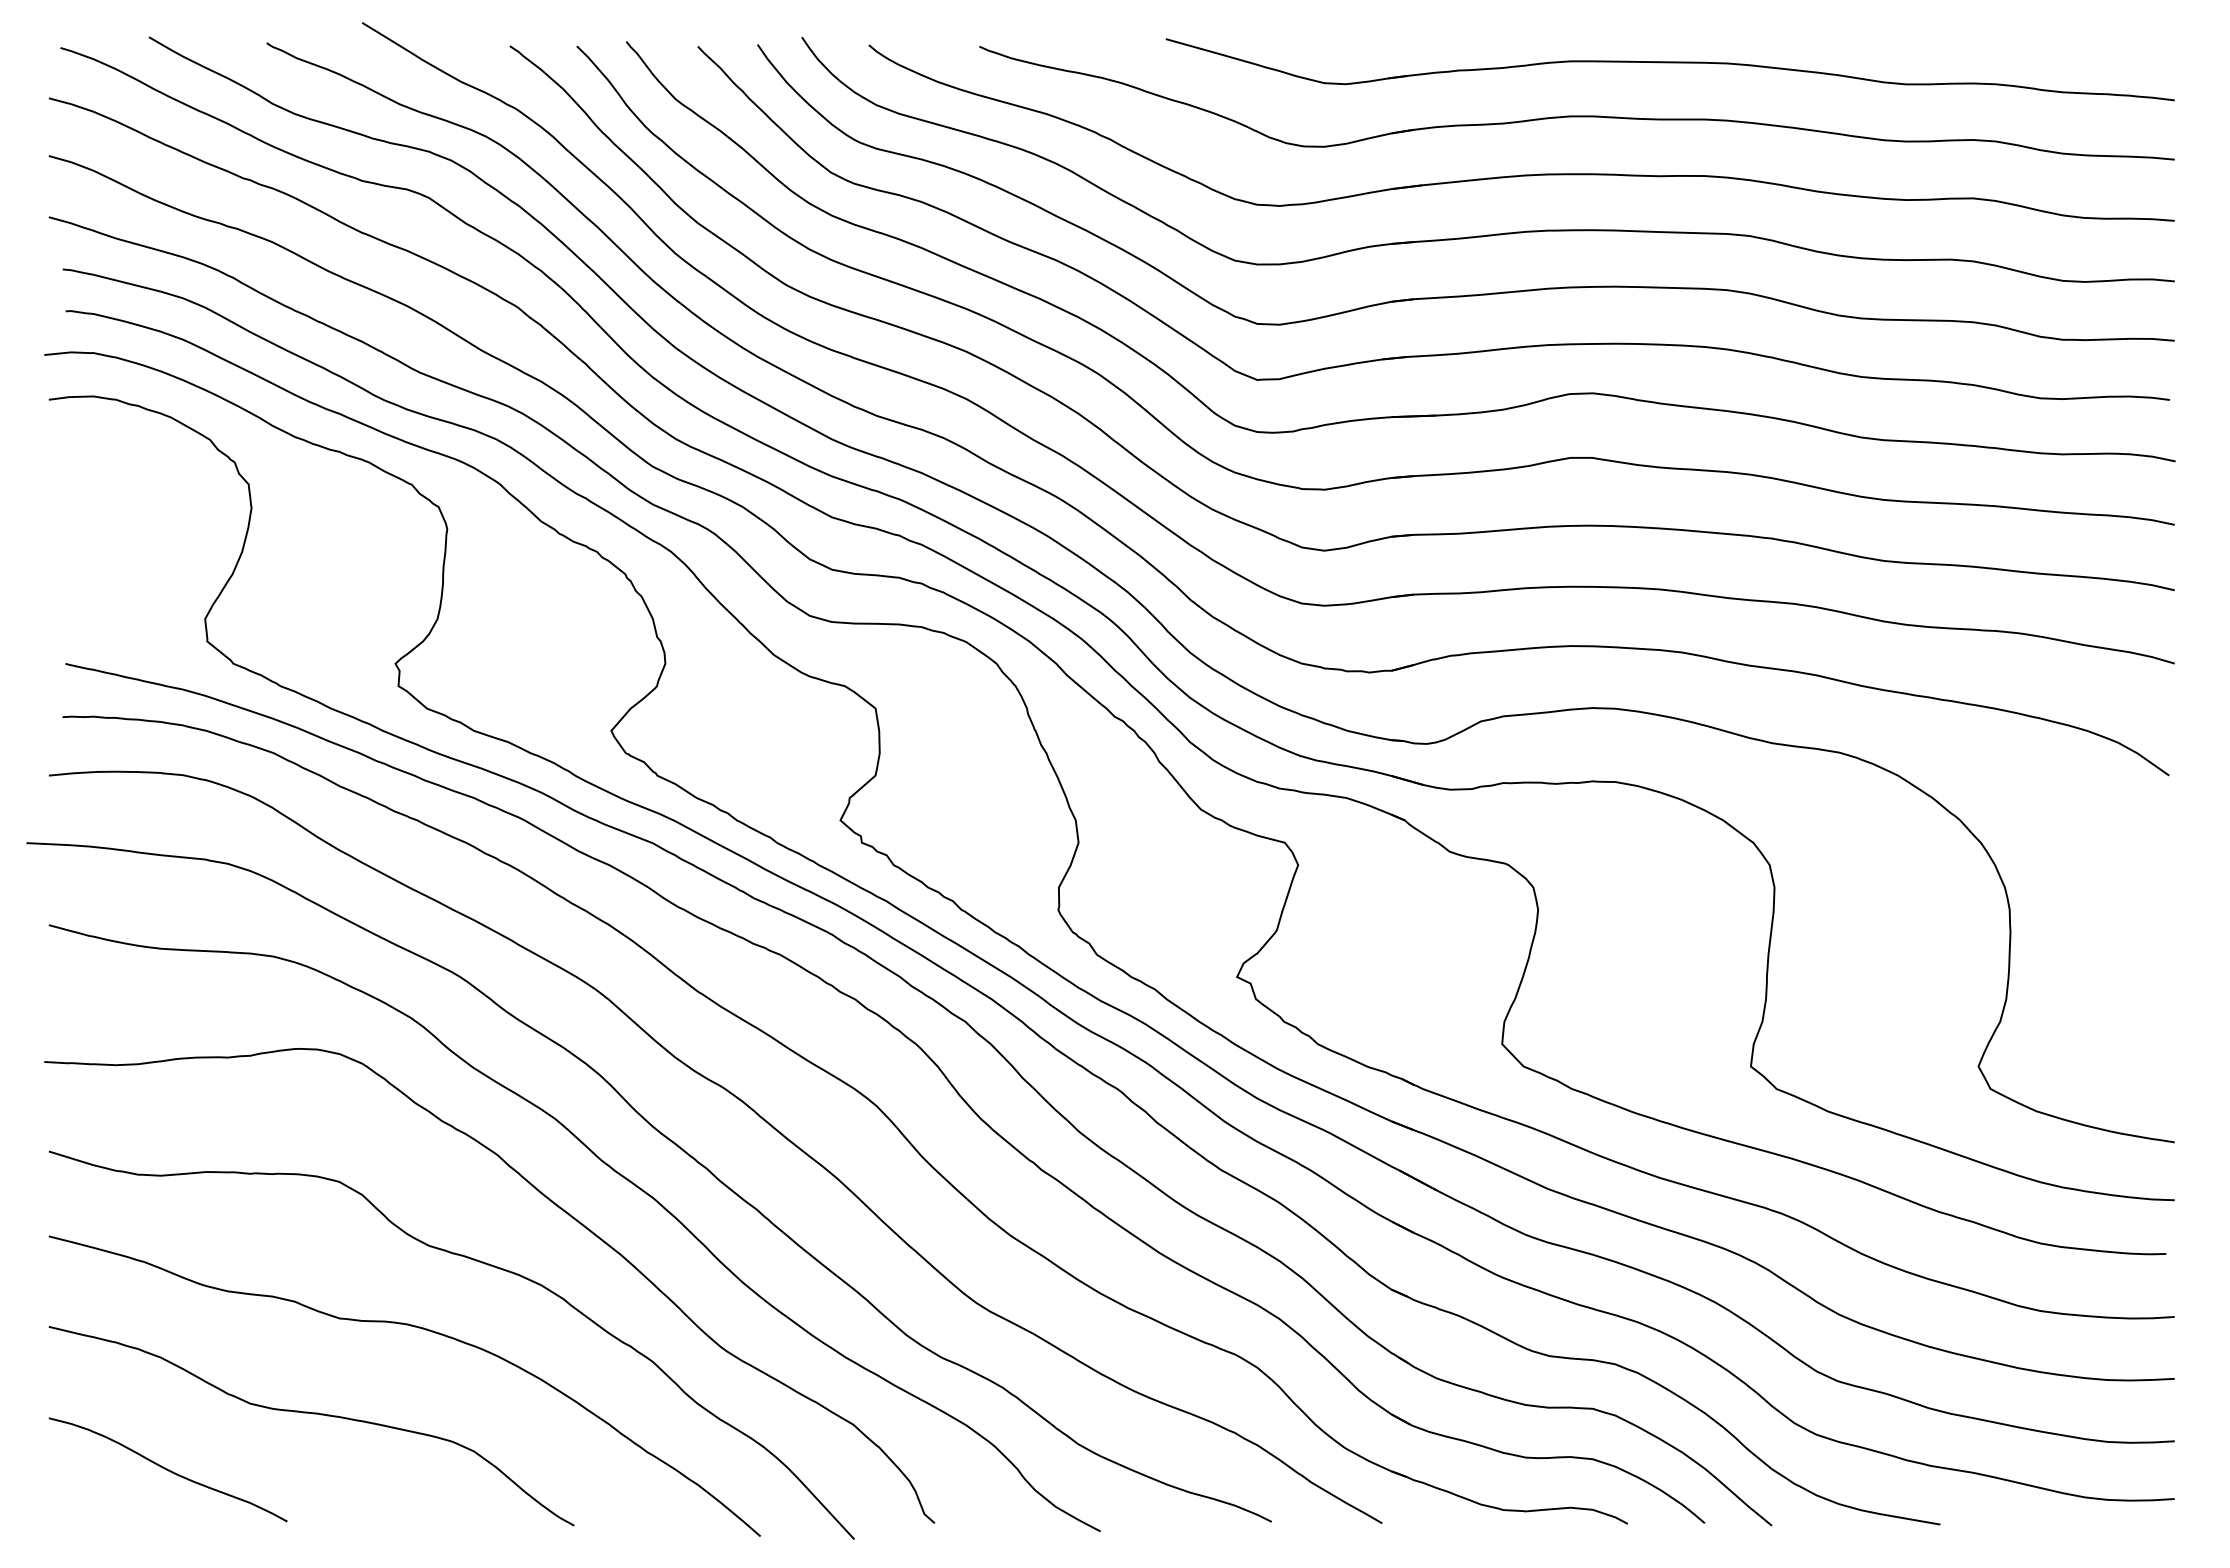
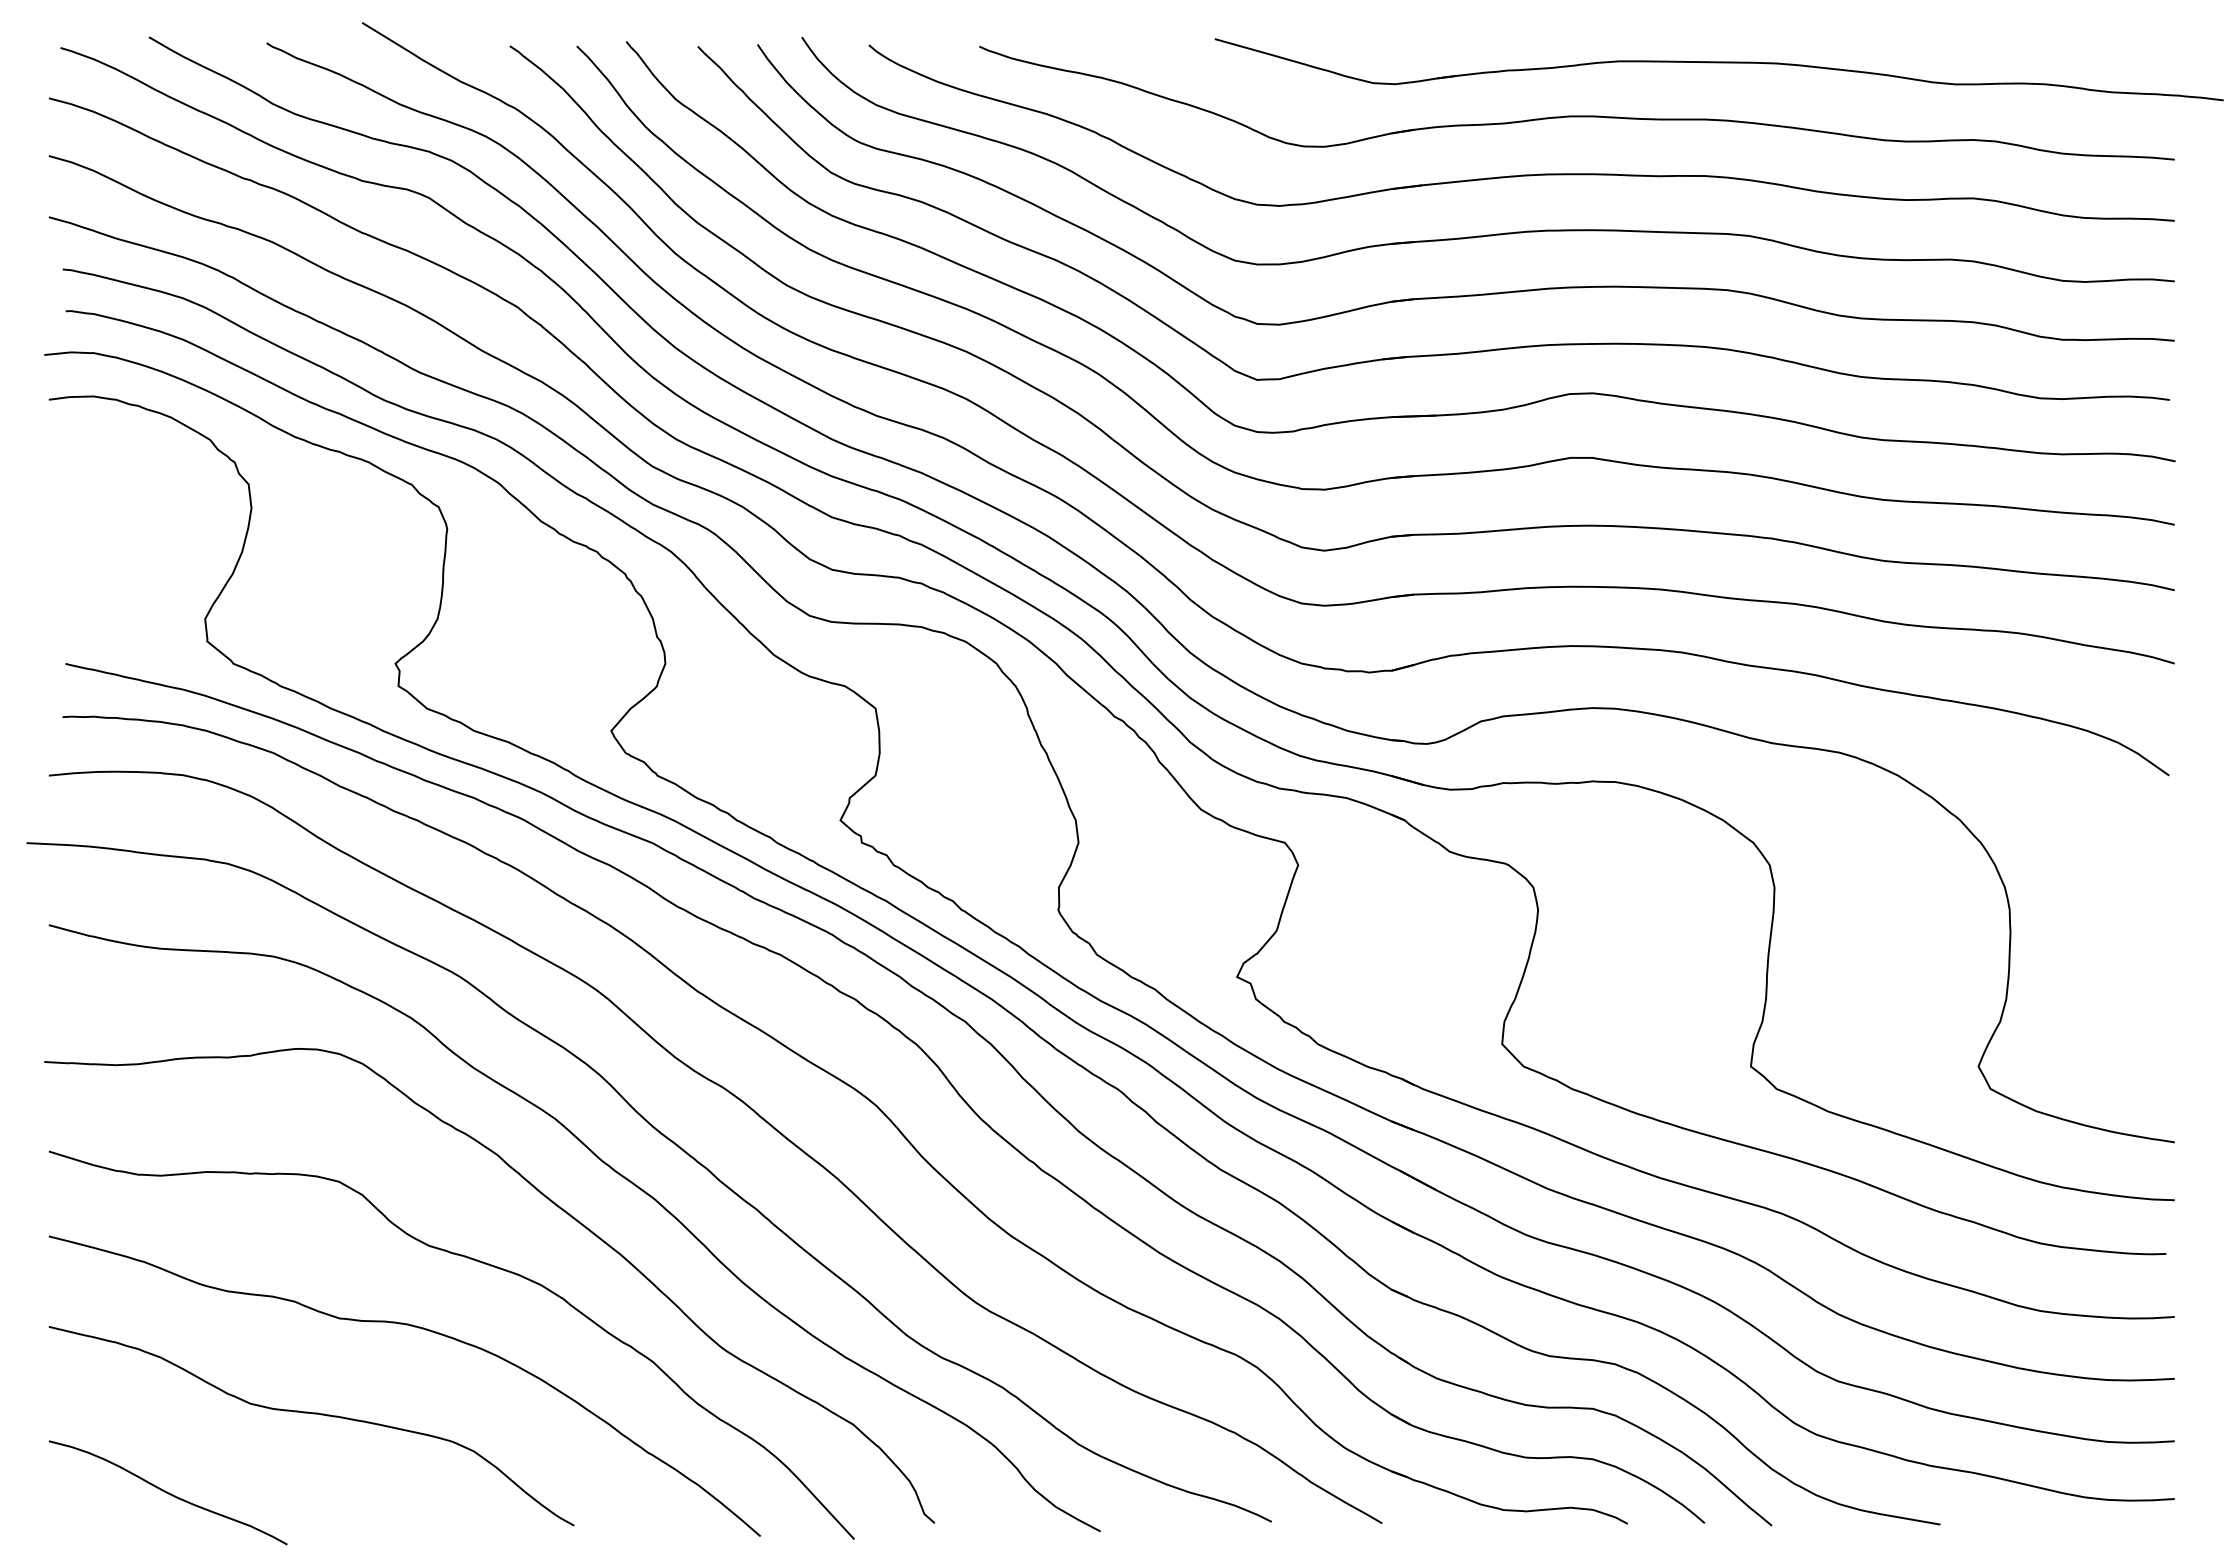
part at (1669, 69) position: (1669, 69) -> (1718, 69)
curve at (167, 1469) position: (167, 1469) -> (167, 1492)
